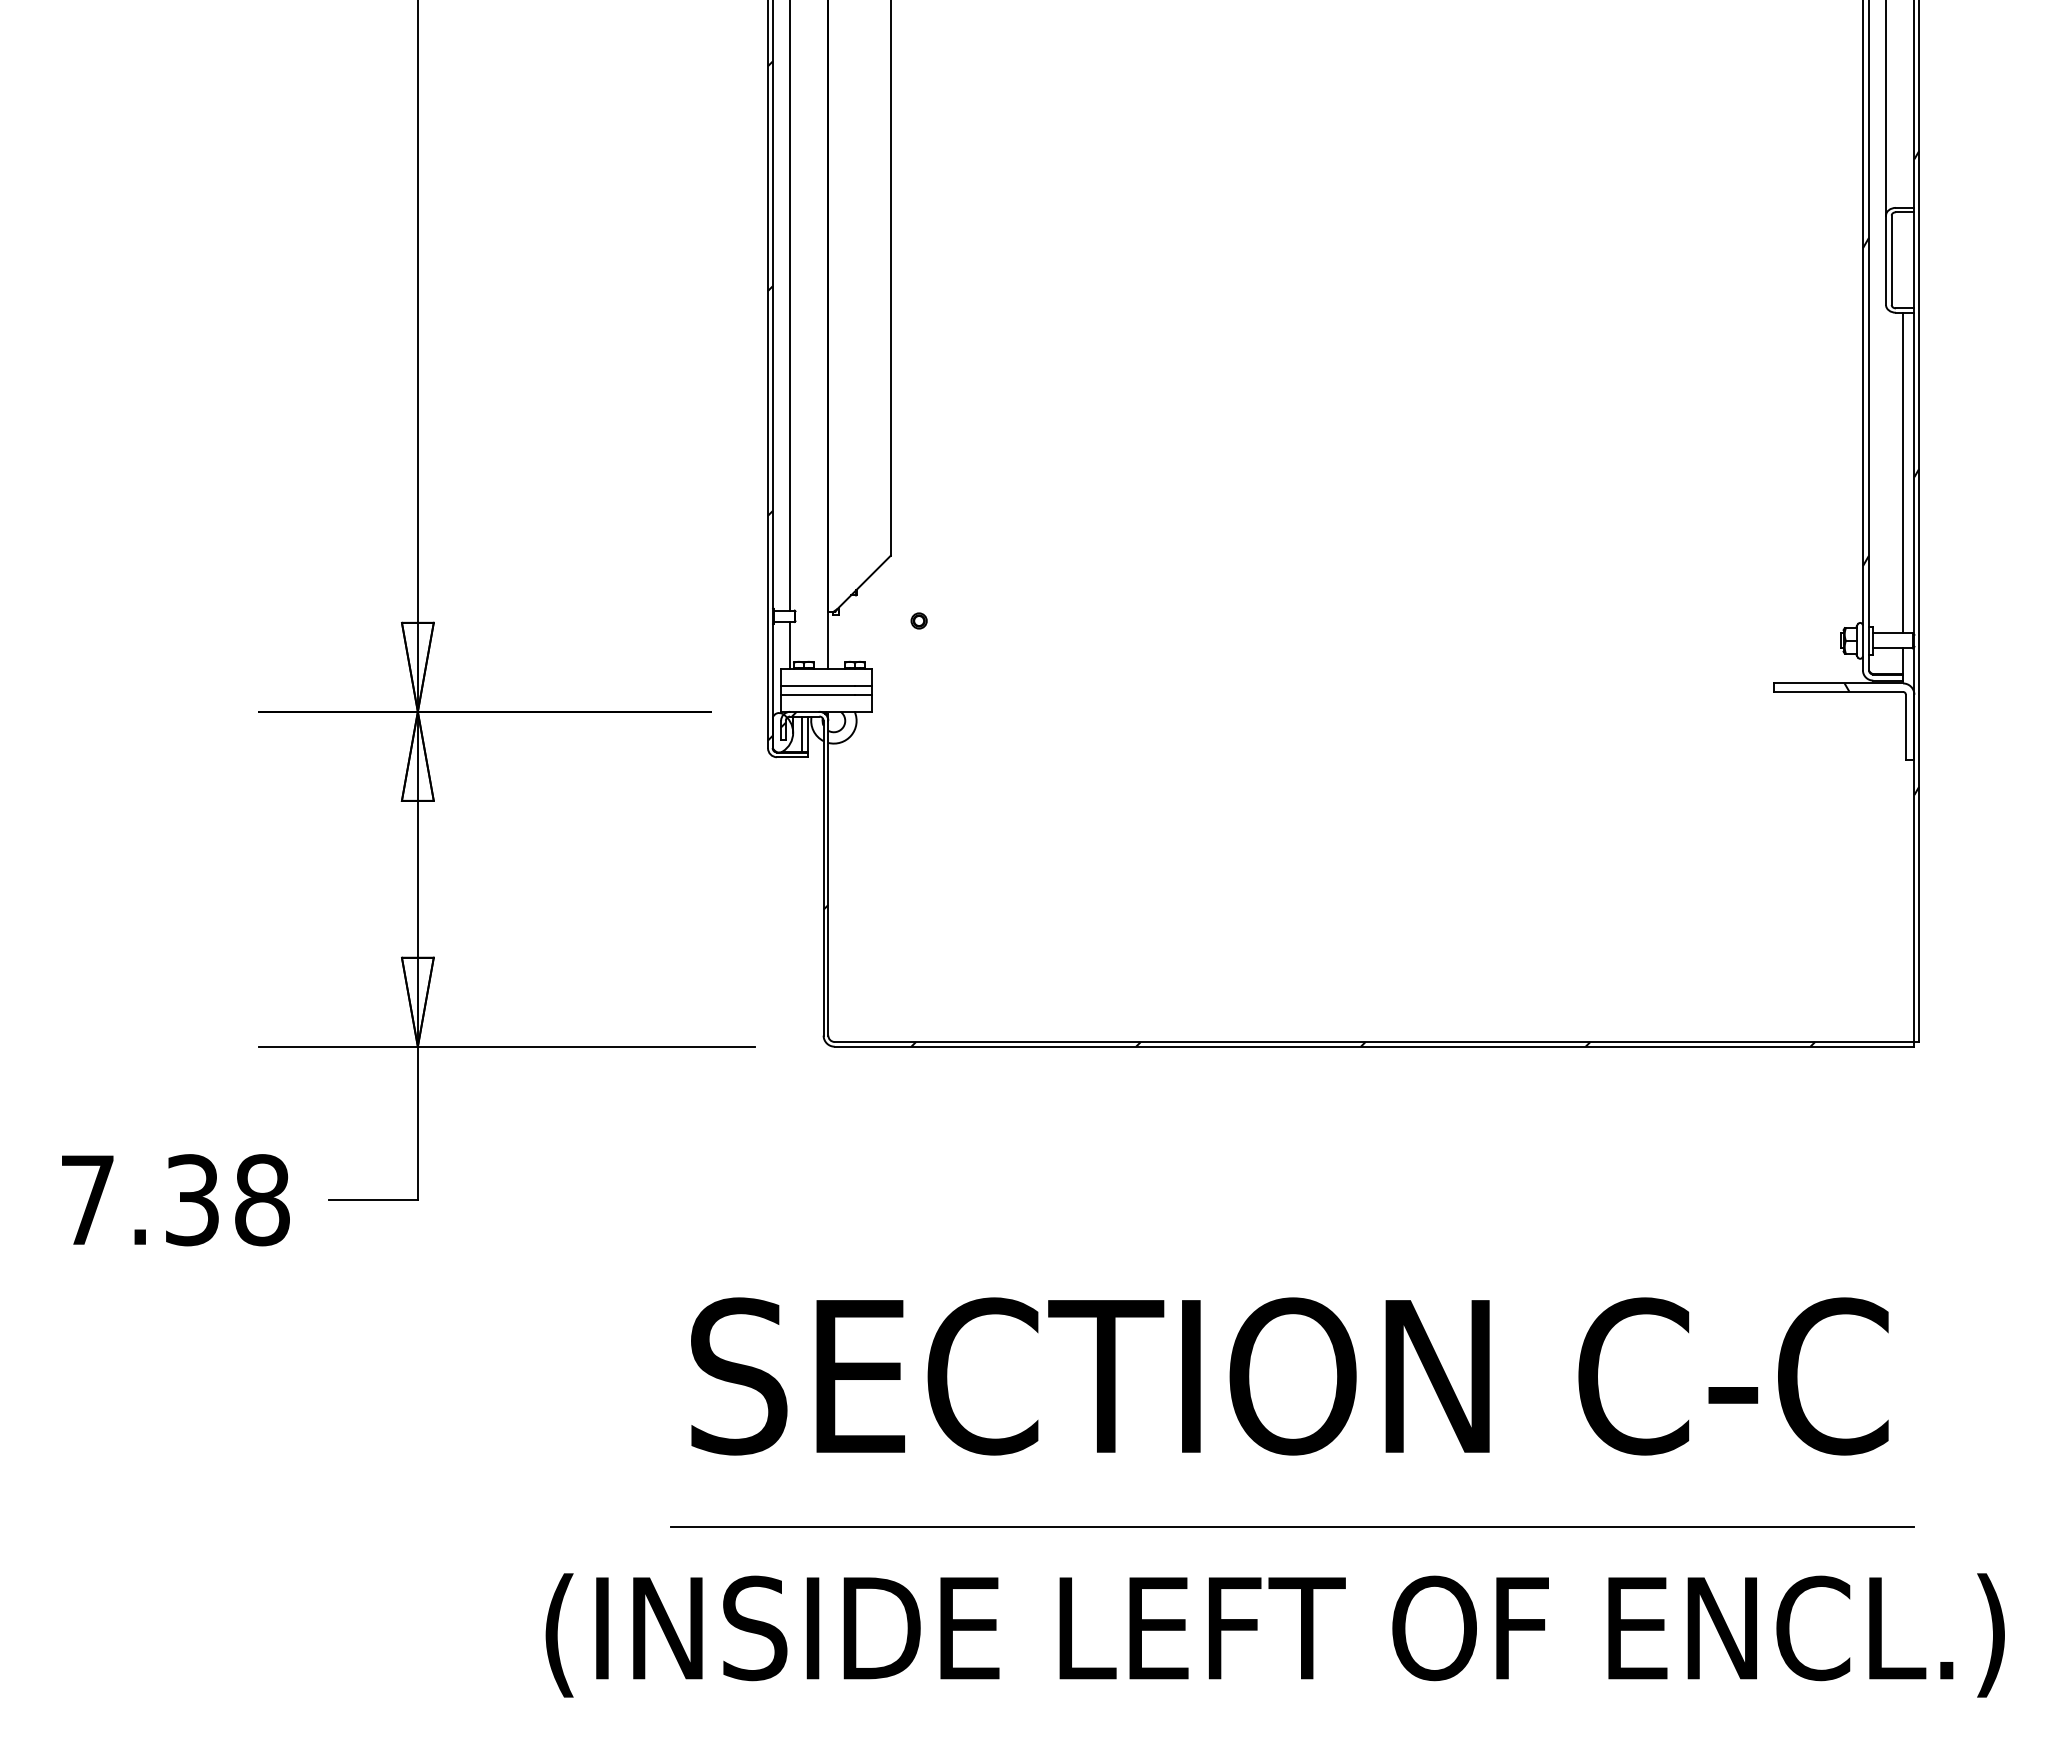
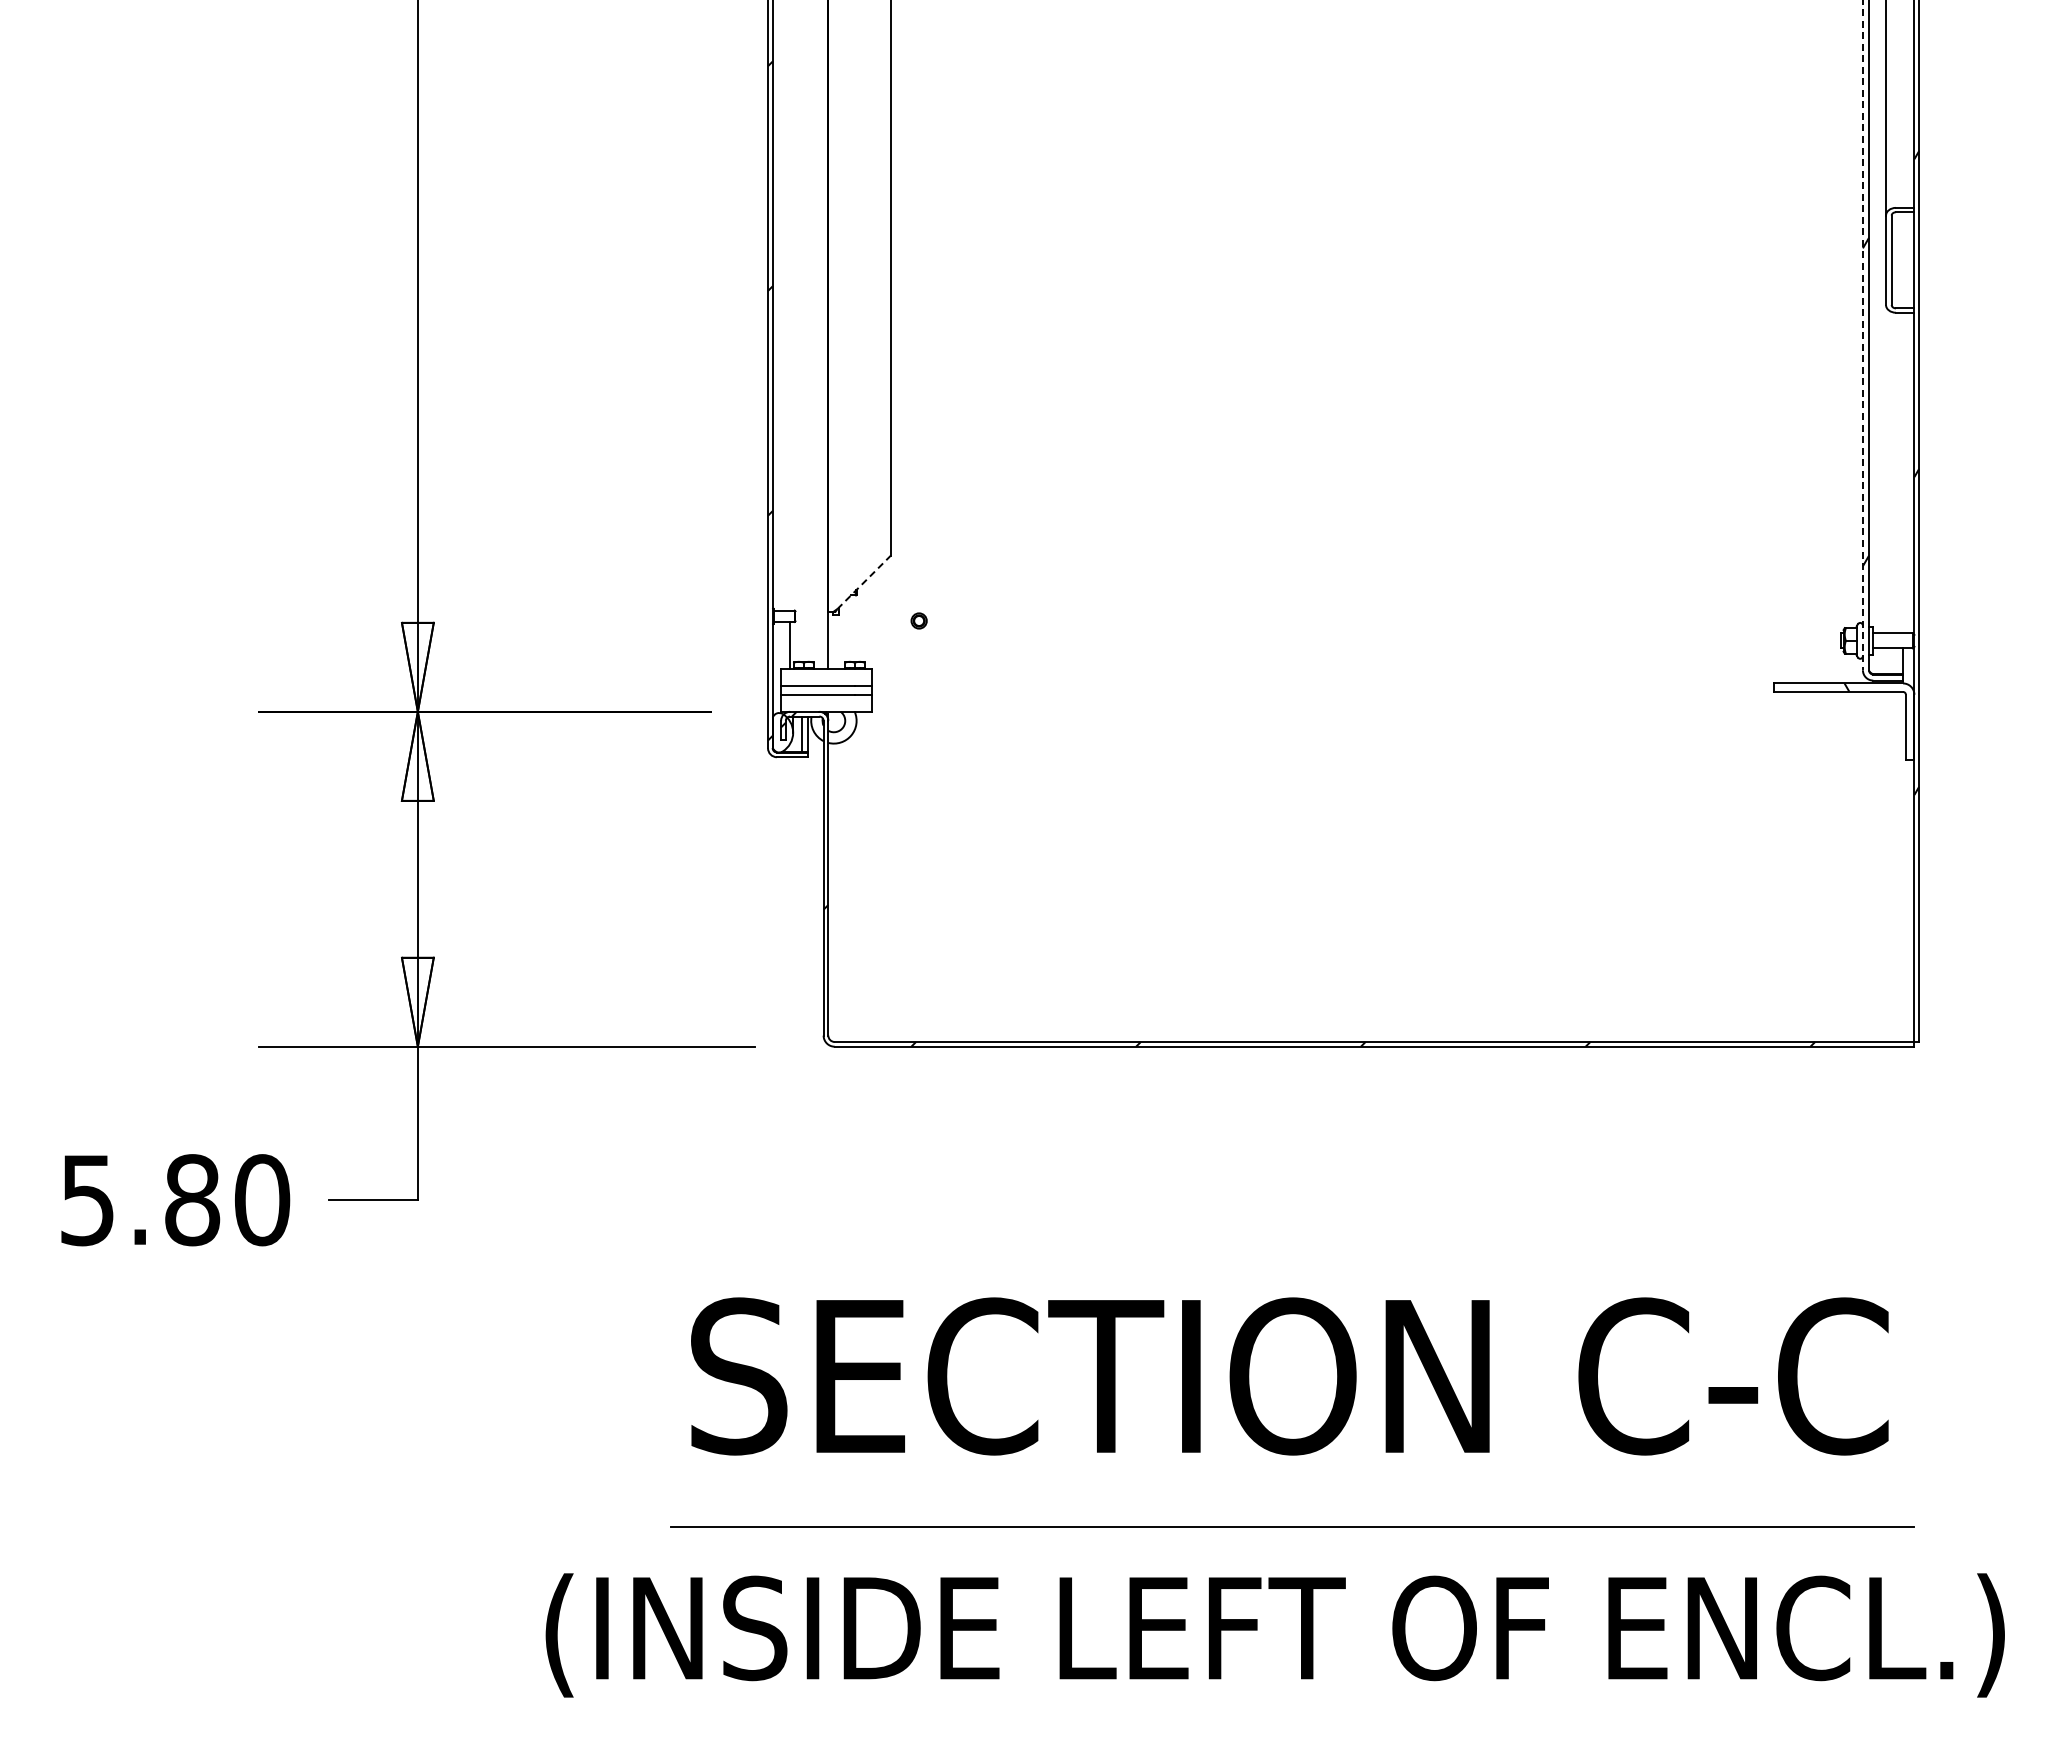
line at (789, 306): present -> none
line at (1862, 335): solid -> dashed
line at (1902, 472): present -> none
line at (864, 582): solid -> dashed
text at (175, 1200): 7.38 -> 5.80
